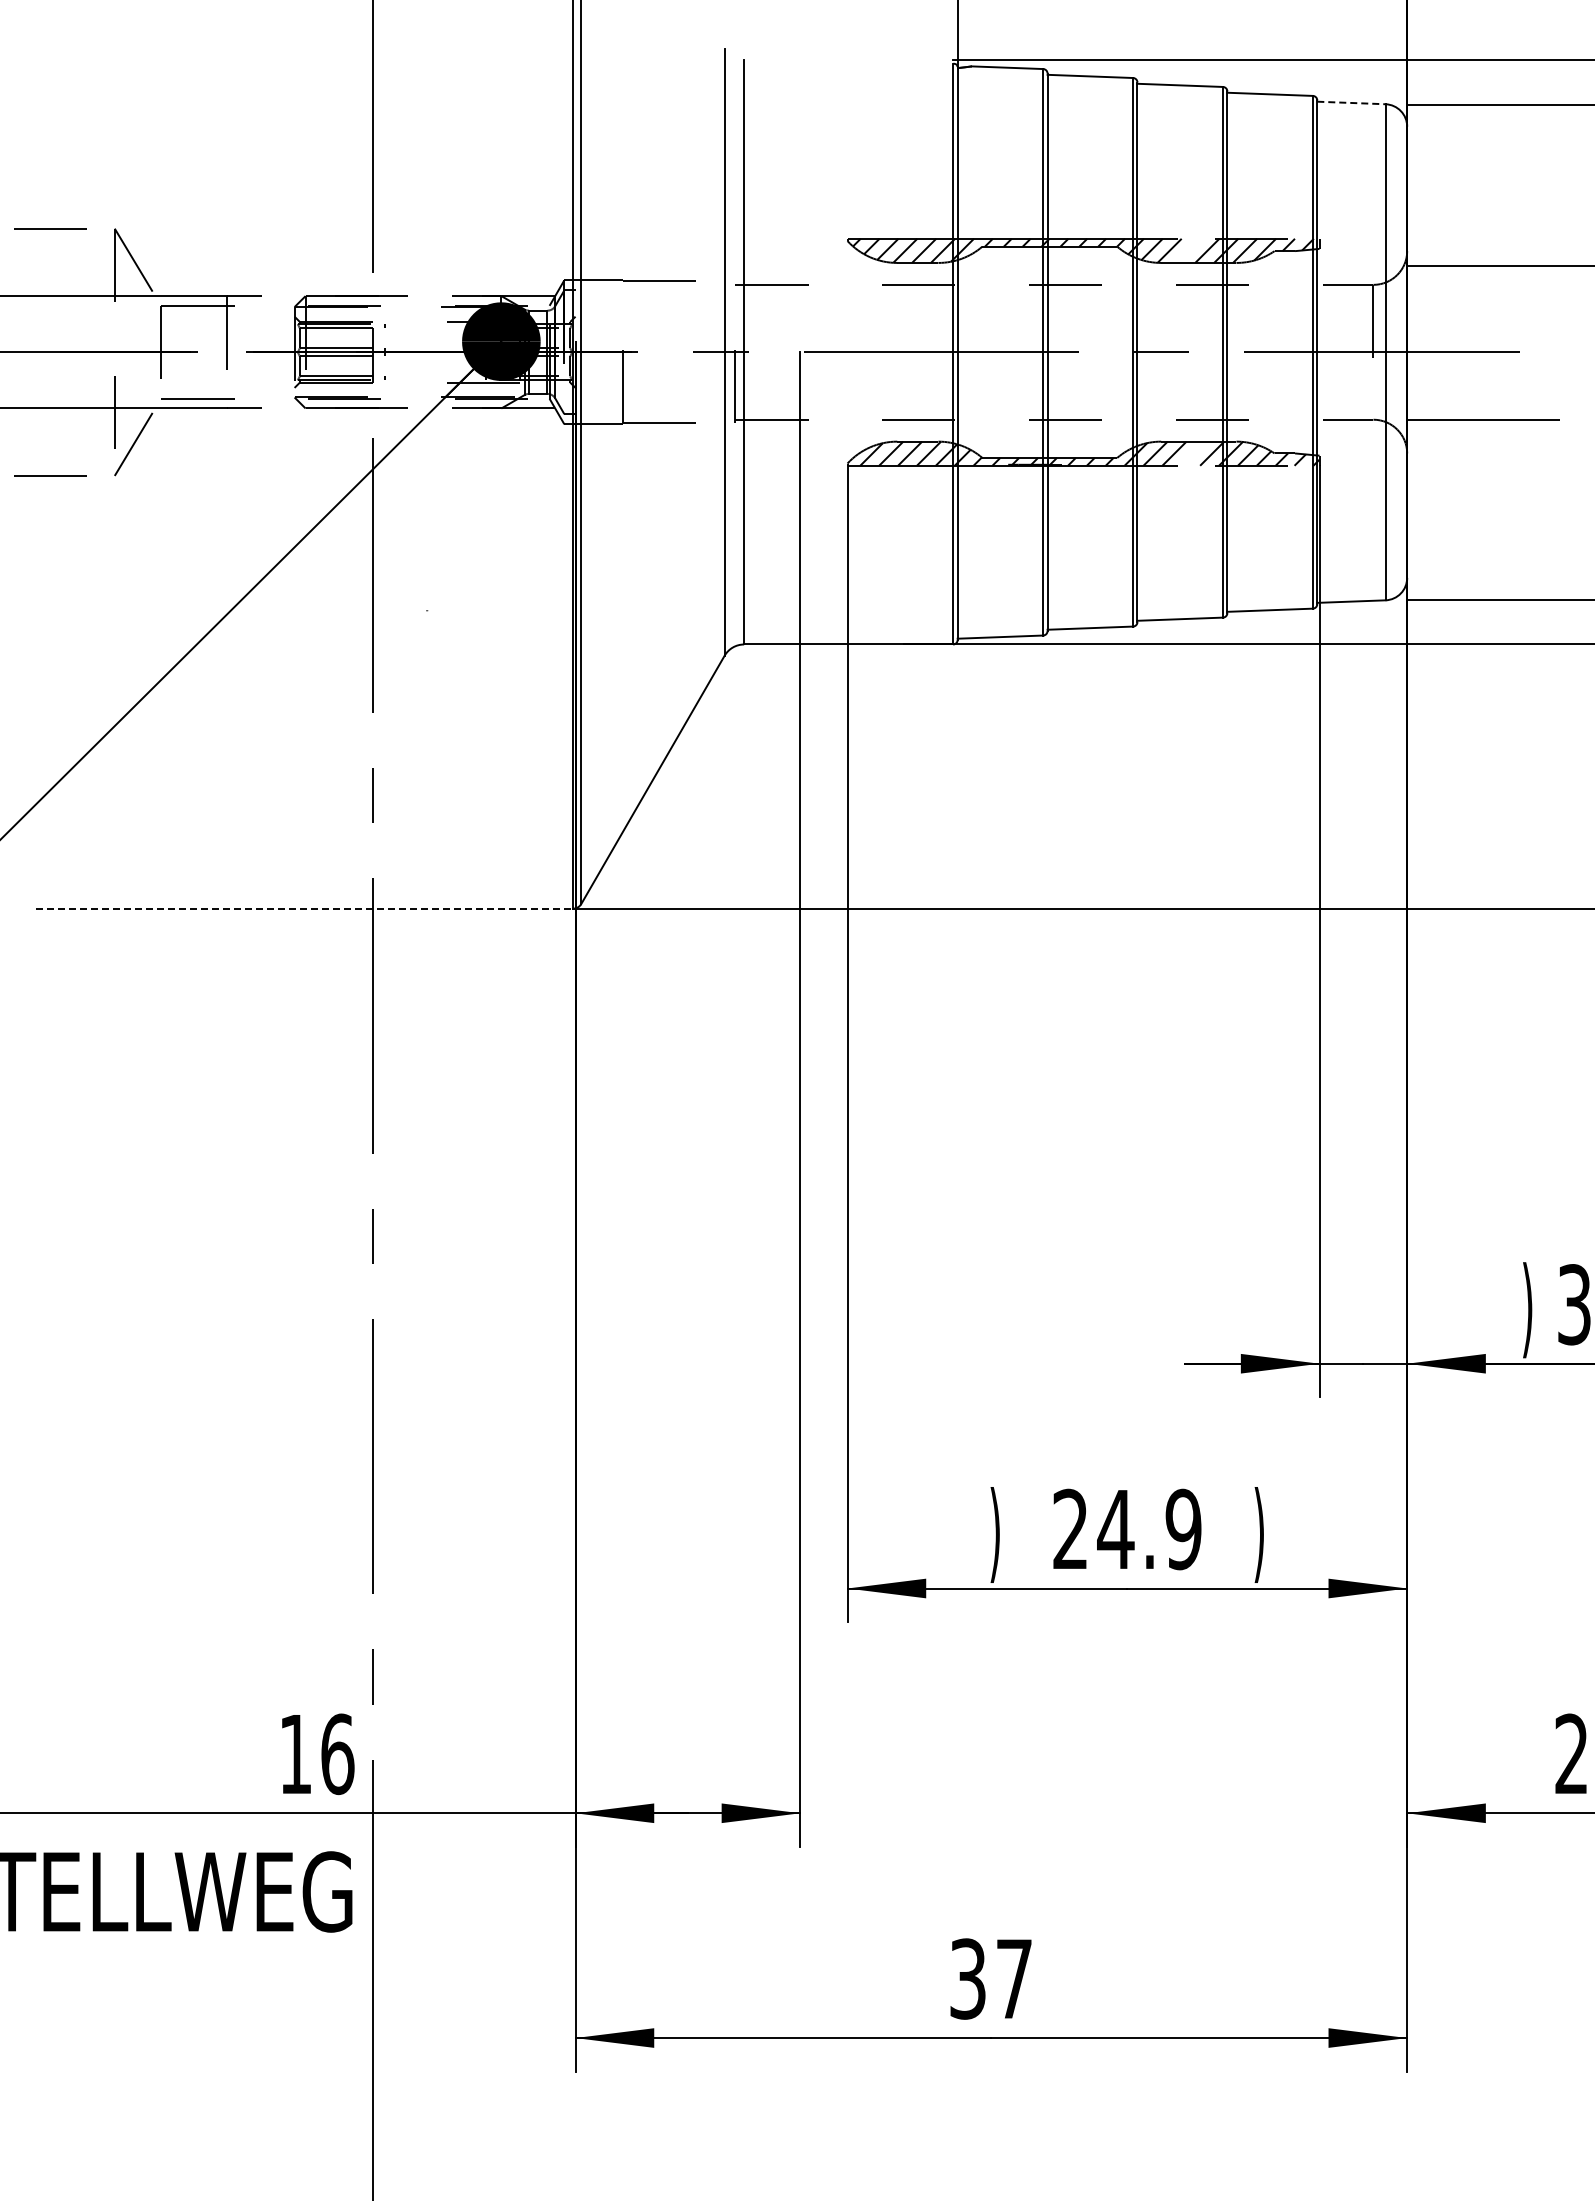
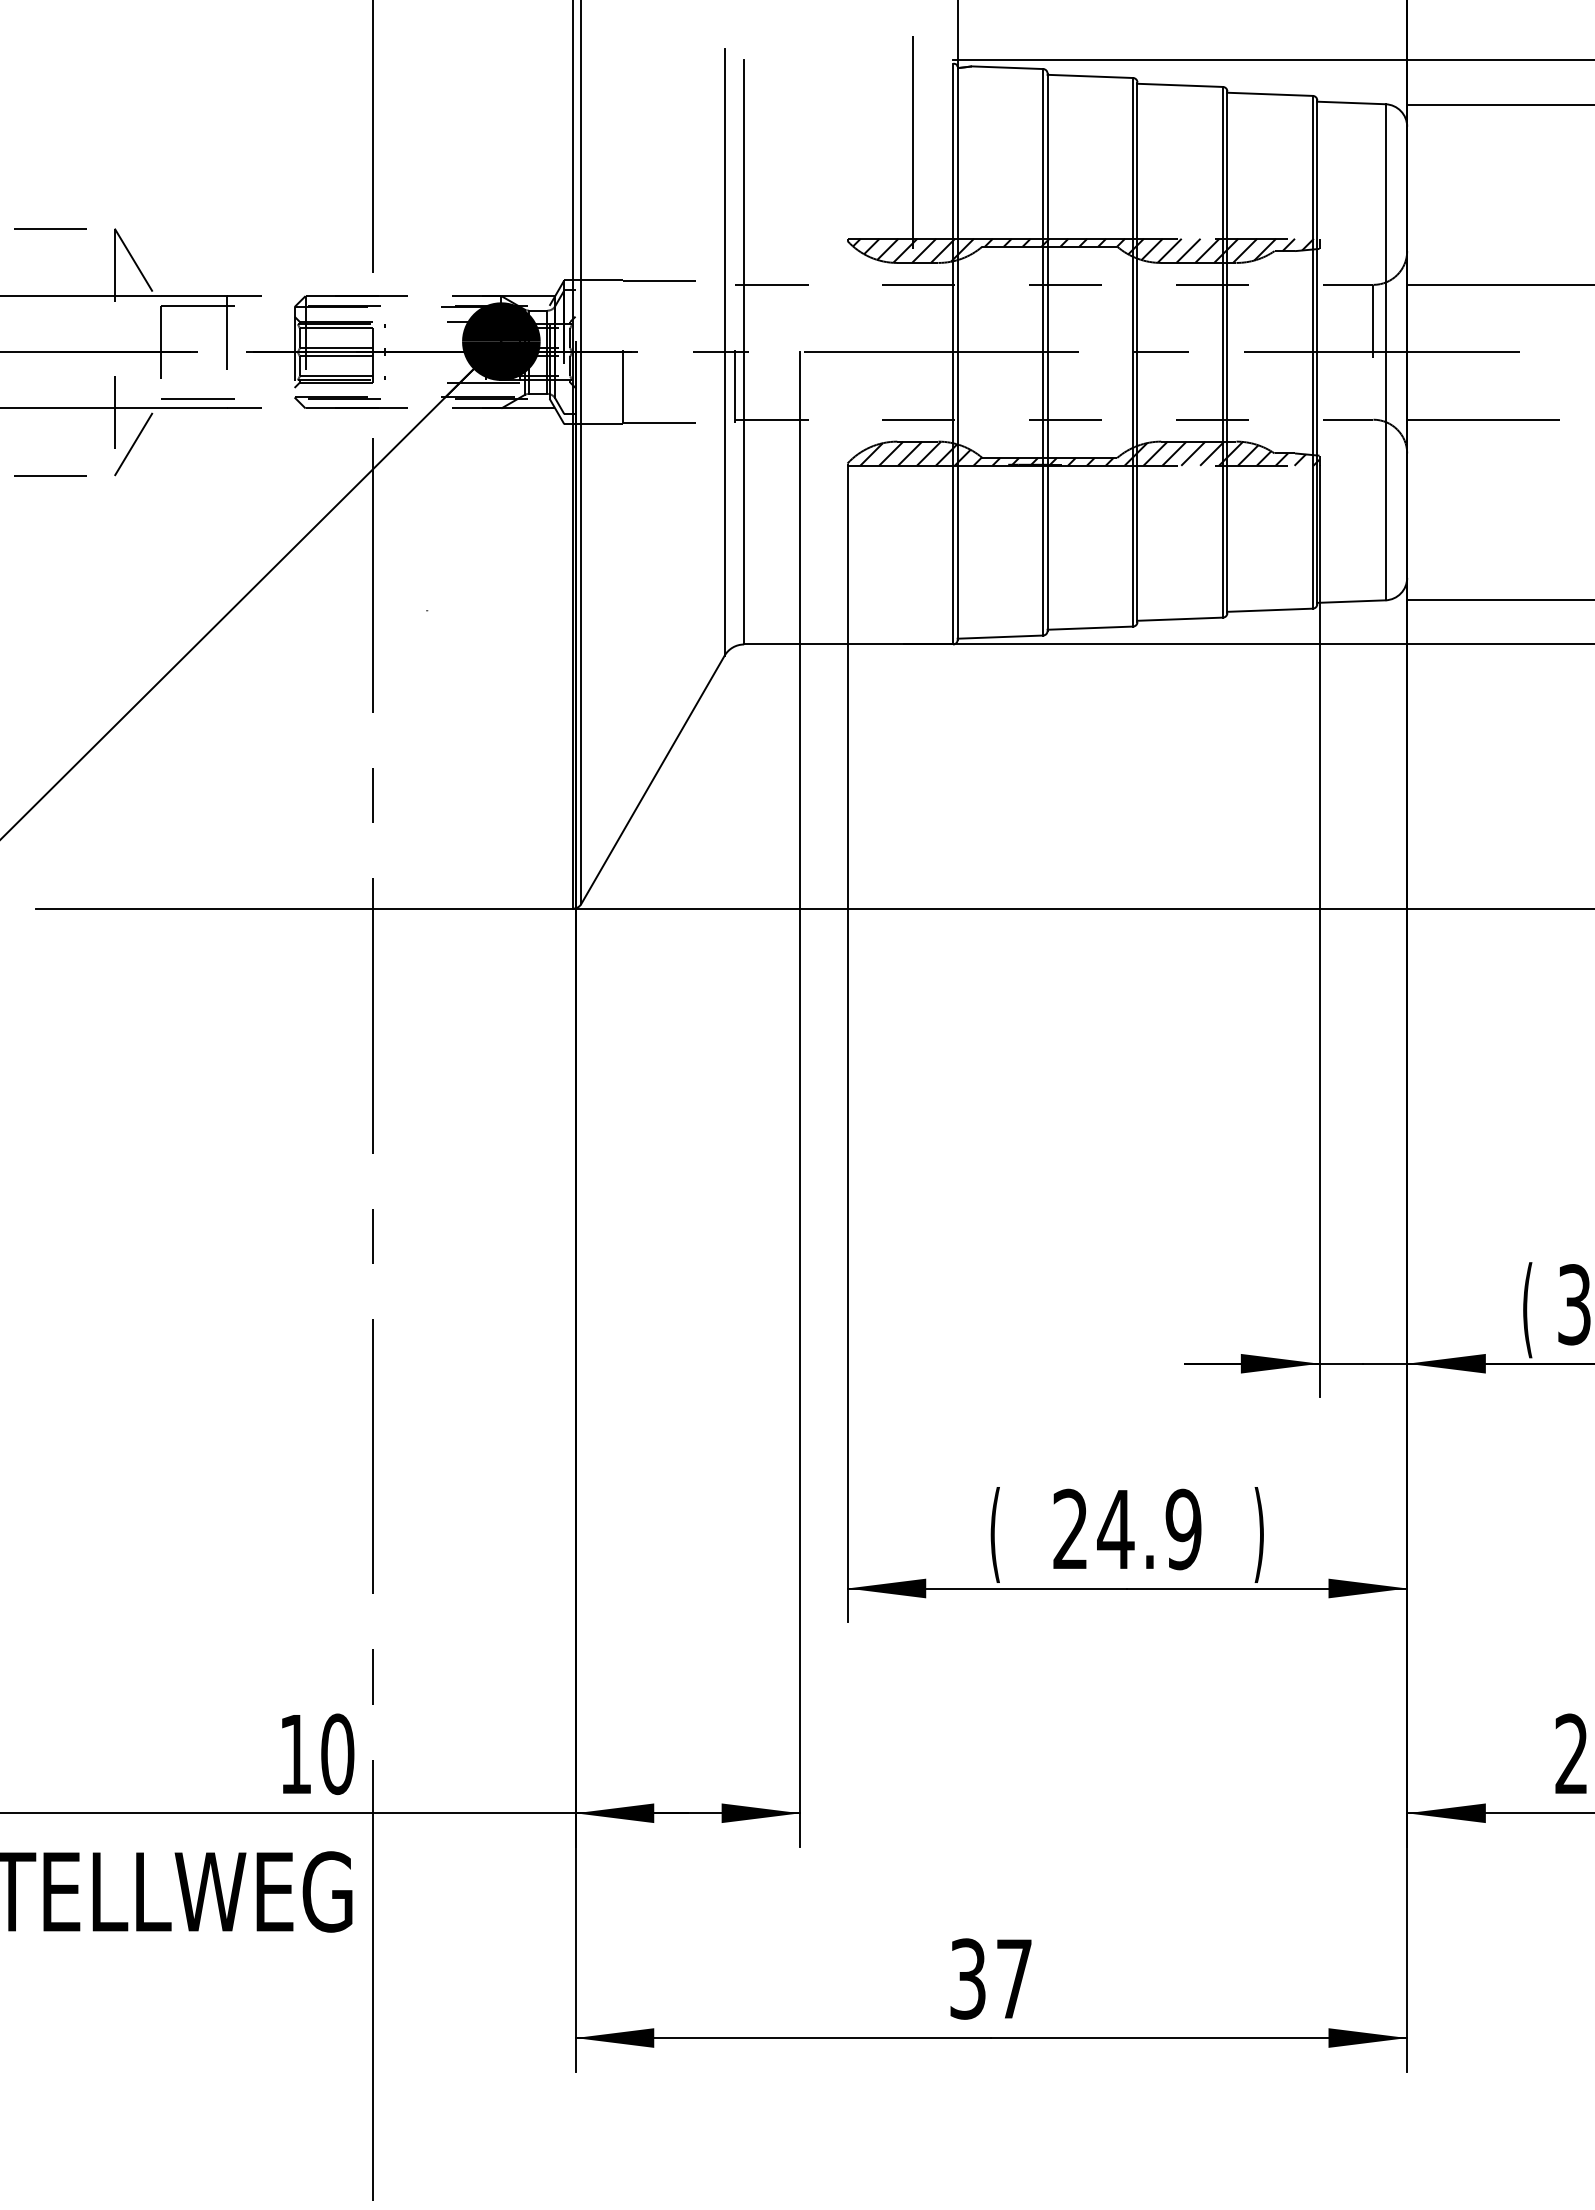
line at (1351, 103): dashed -> solid
line at (912, 142): none -> present
line at (1188, 250): none -> present
line at (1499, 265) position: (1499, 265) -> (1499, 284)
line at (1193, 453): none -> present
line at (304, 908): dashed -> solid
text at (1527, 1310): ) -> (
text at (994, 1534): ) -> (
text at (337, 1753): 16 -> 10
